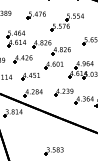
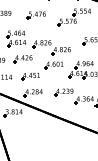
part at (66, 22) position: (66, 22) -> (73, 17)
part at (53, 151): present -> none
